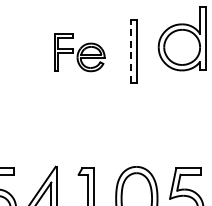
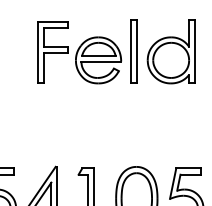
part at (181, 38) position: (181, 38) -> (170, 51)
line at (131, 50): dashed -> solid
part at (79, 52) size: 52x40 px -> 86x64 px
